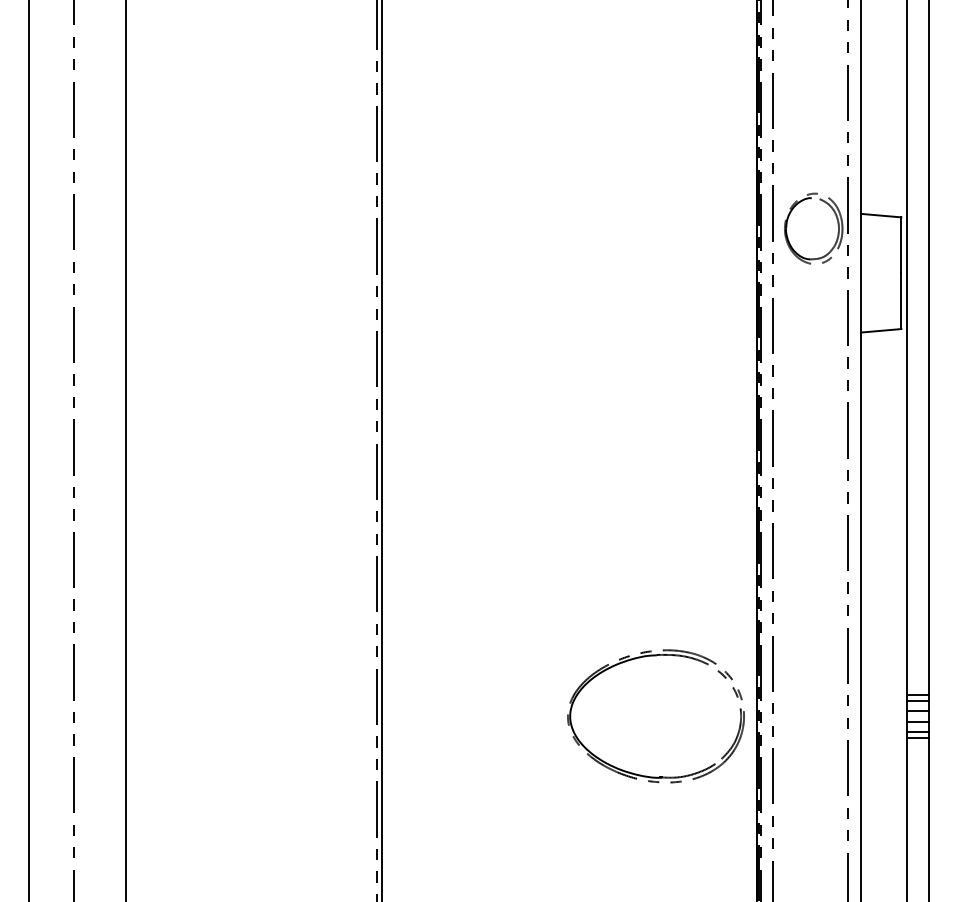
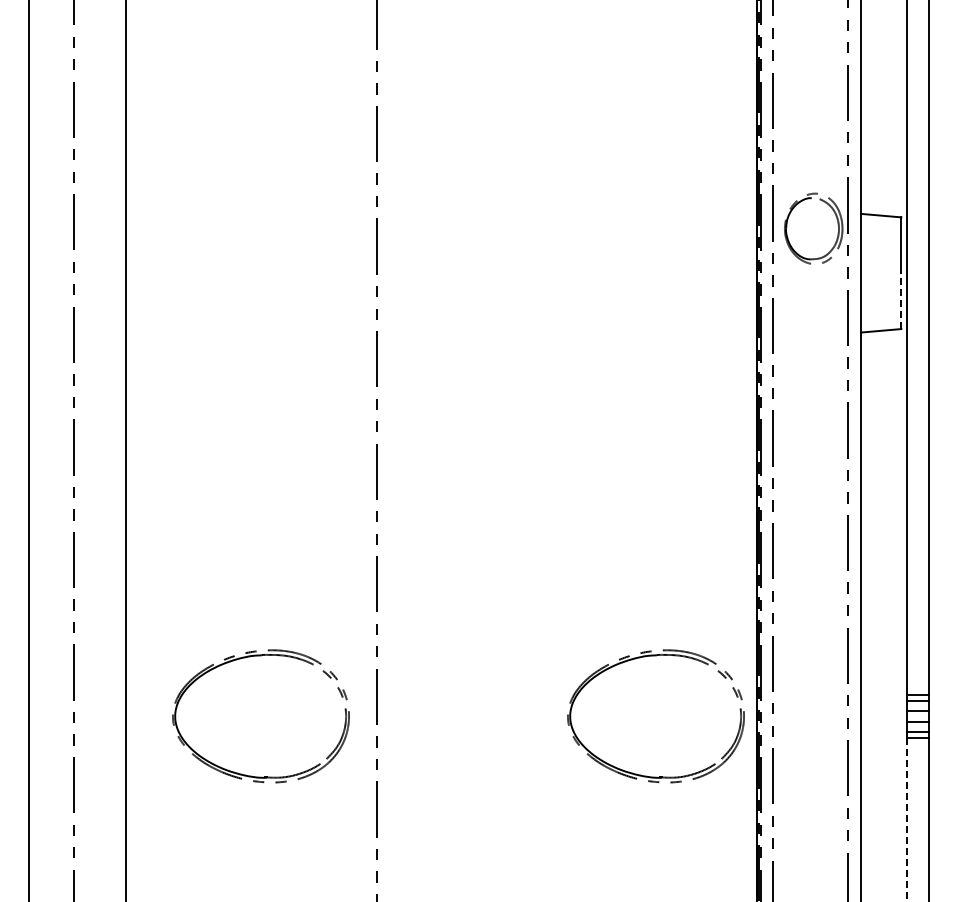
line at (901, 301): solid -> dashed
line at (382, 450): present -> none
part at (246, 774): none -> present
line at (907, 819): solid -> dashed
